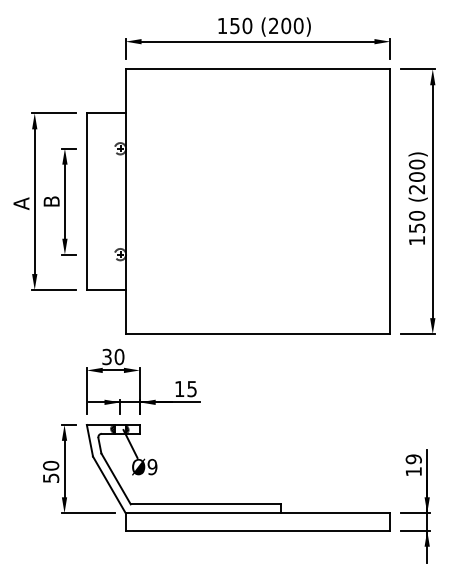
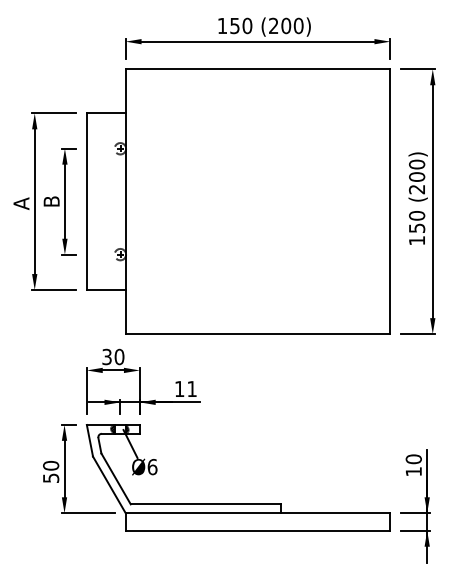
text at (191, 389): 15 -> 11
text at (413, 459): 19 -> 10
text at (152, 467): Ø9 -> Ø6
